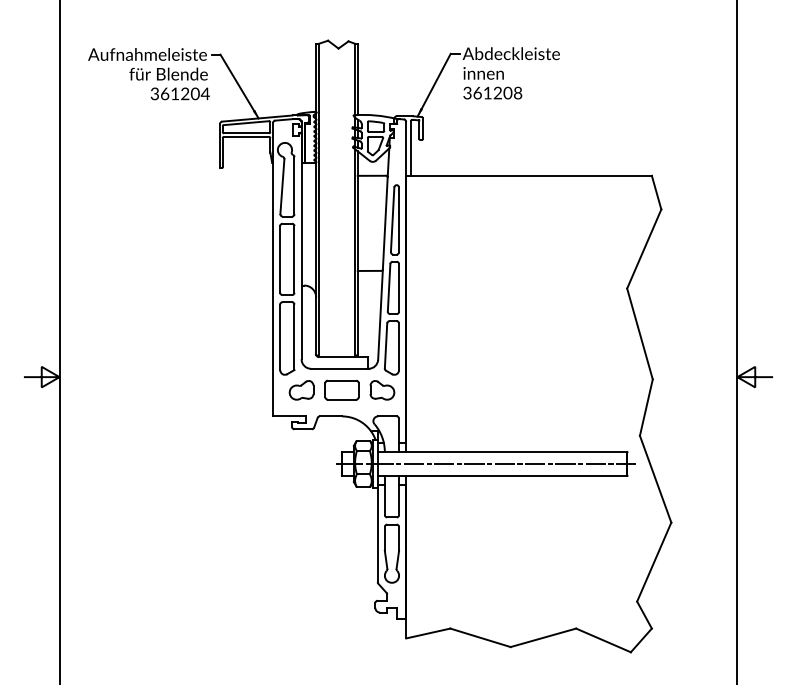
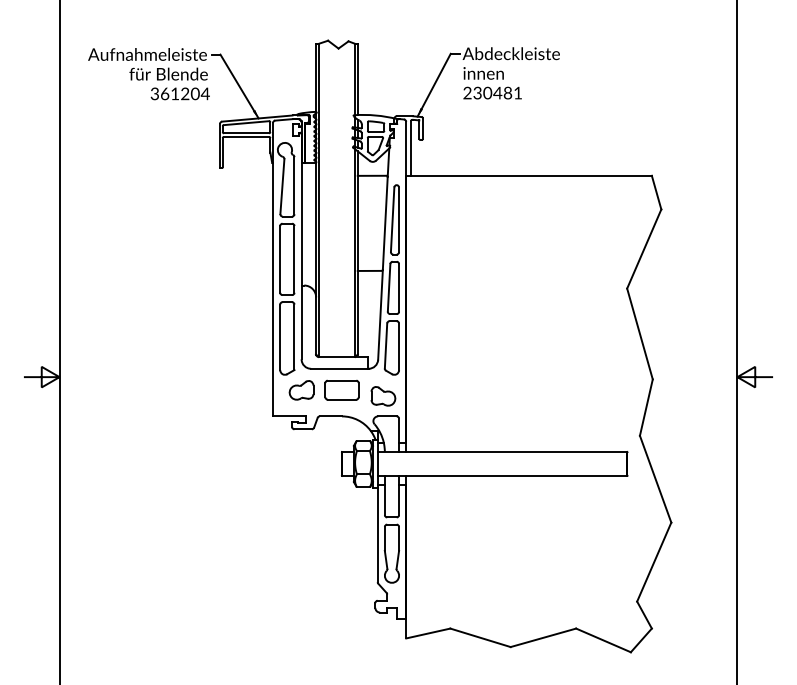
text at (492, 92): 361208 -> 230481
part at (382, 390) position: (382, 390) -> (383, 396)
line at (484, 463): present -> none
